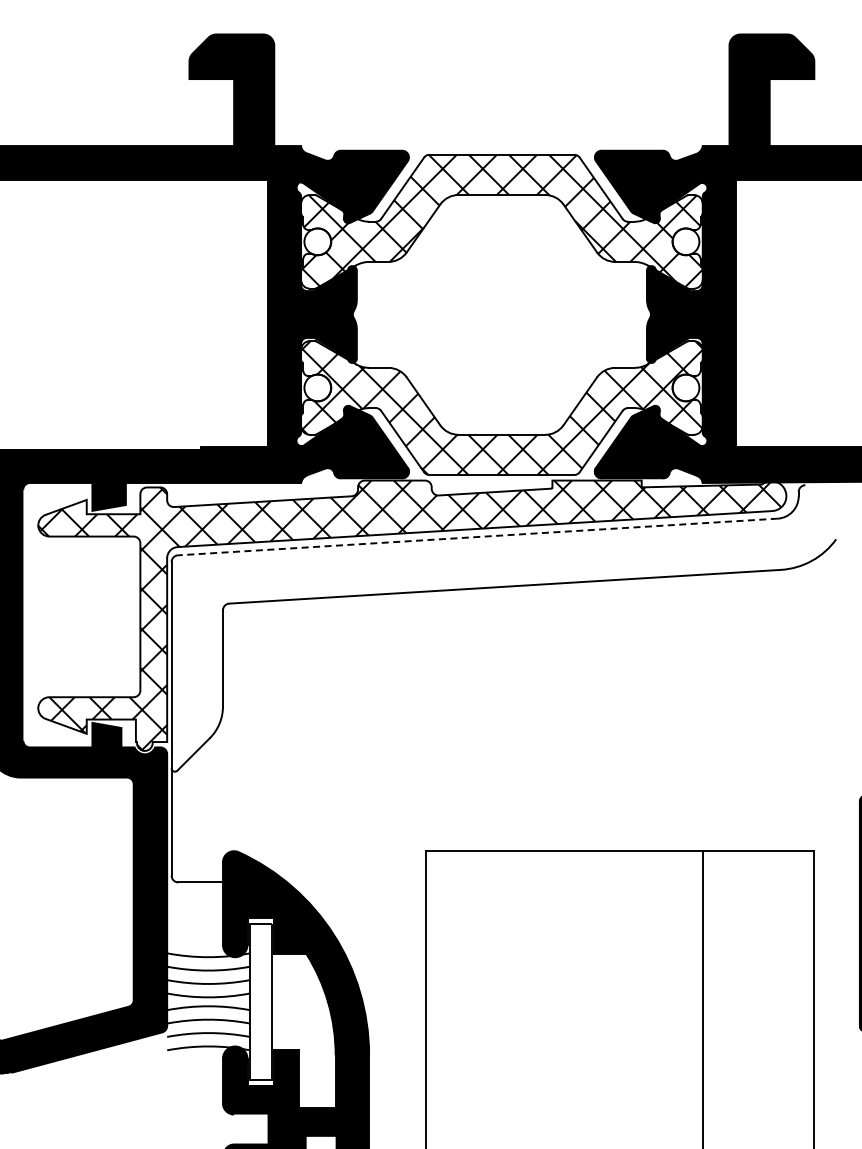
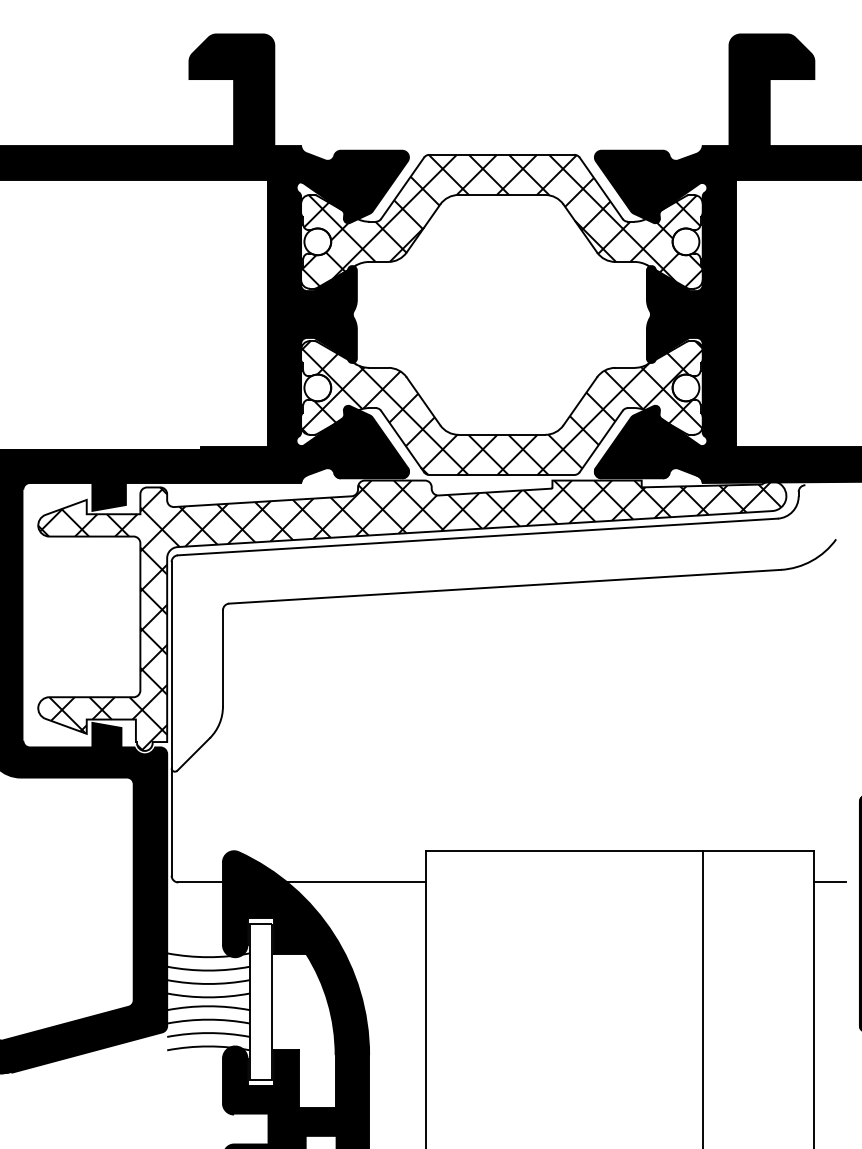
line at (477, 537): dashed -> solid
line at (356, 882): none -> present
line at (829, 882): none -> present
